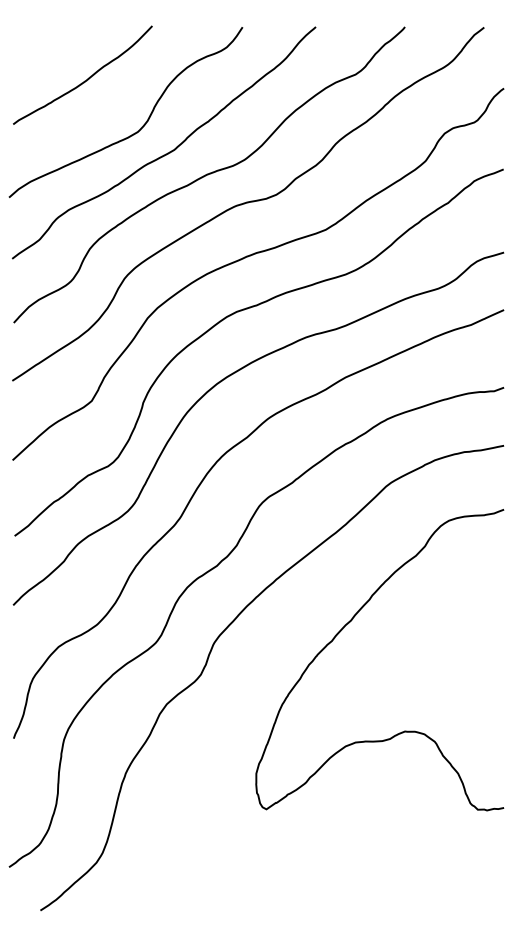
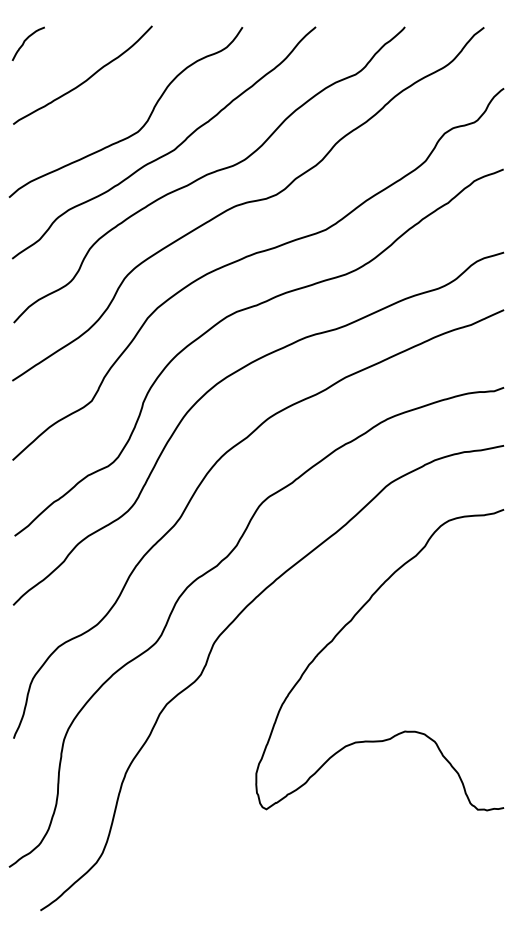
curve at (25, 41): none -> present
